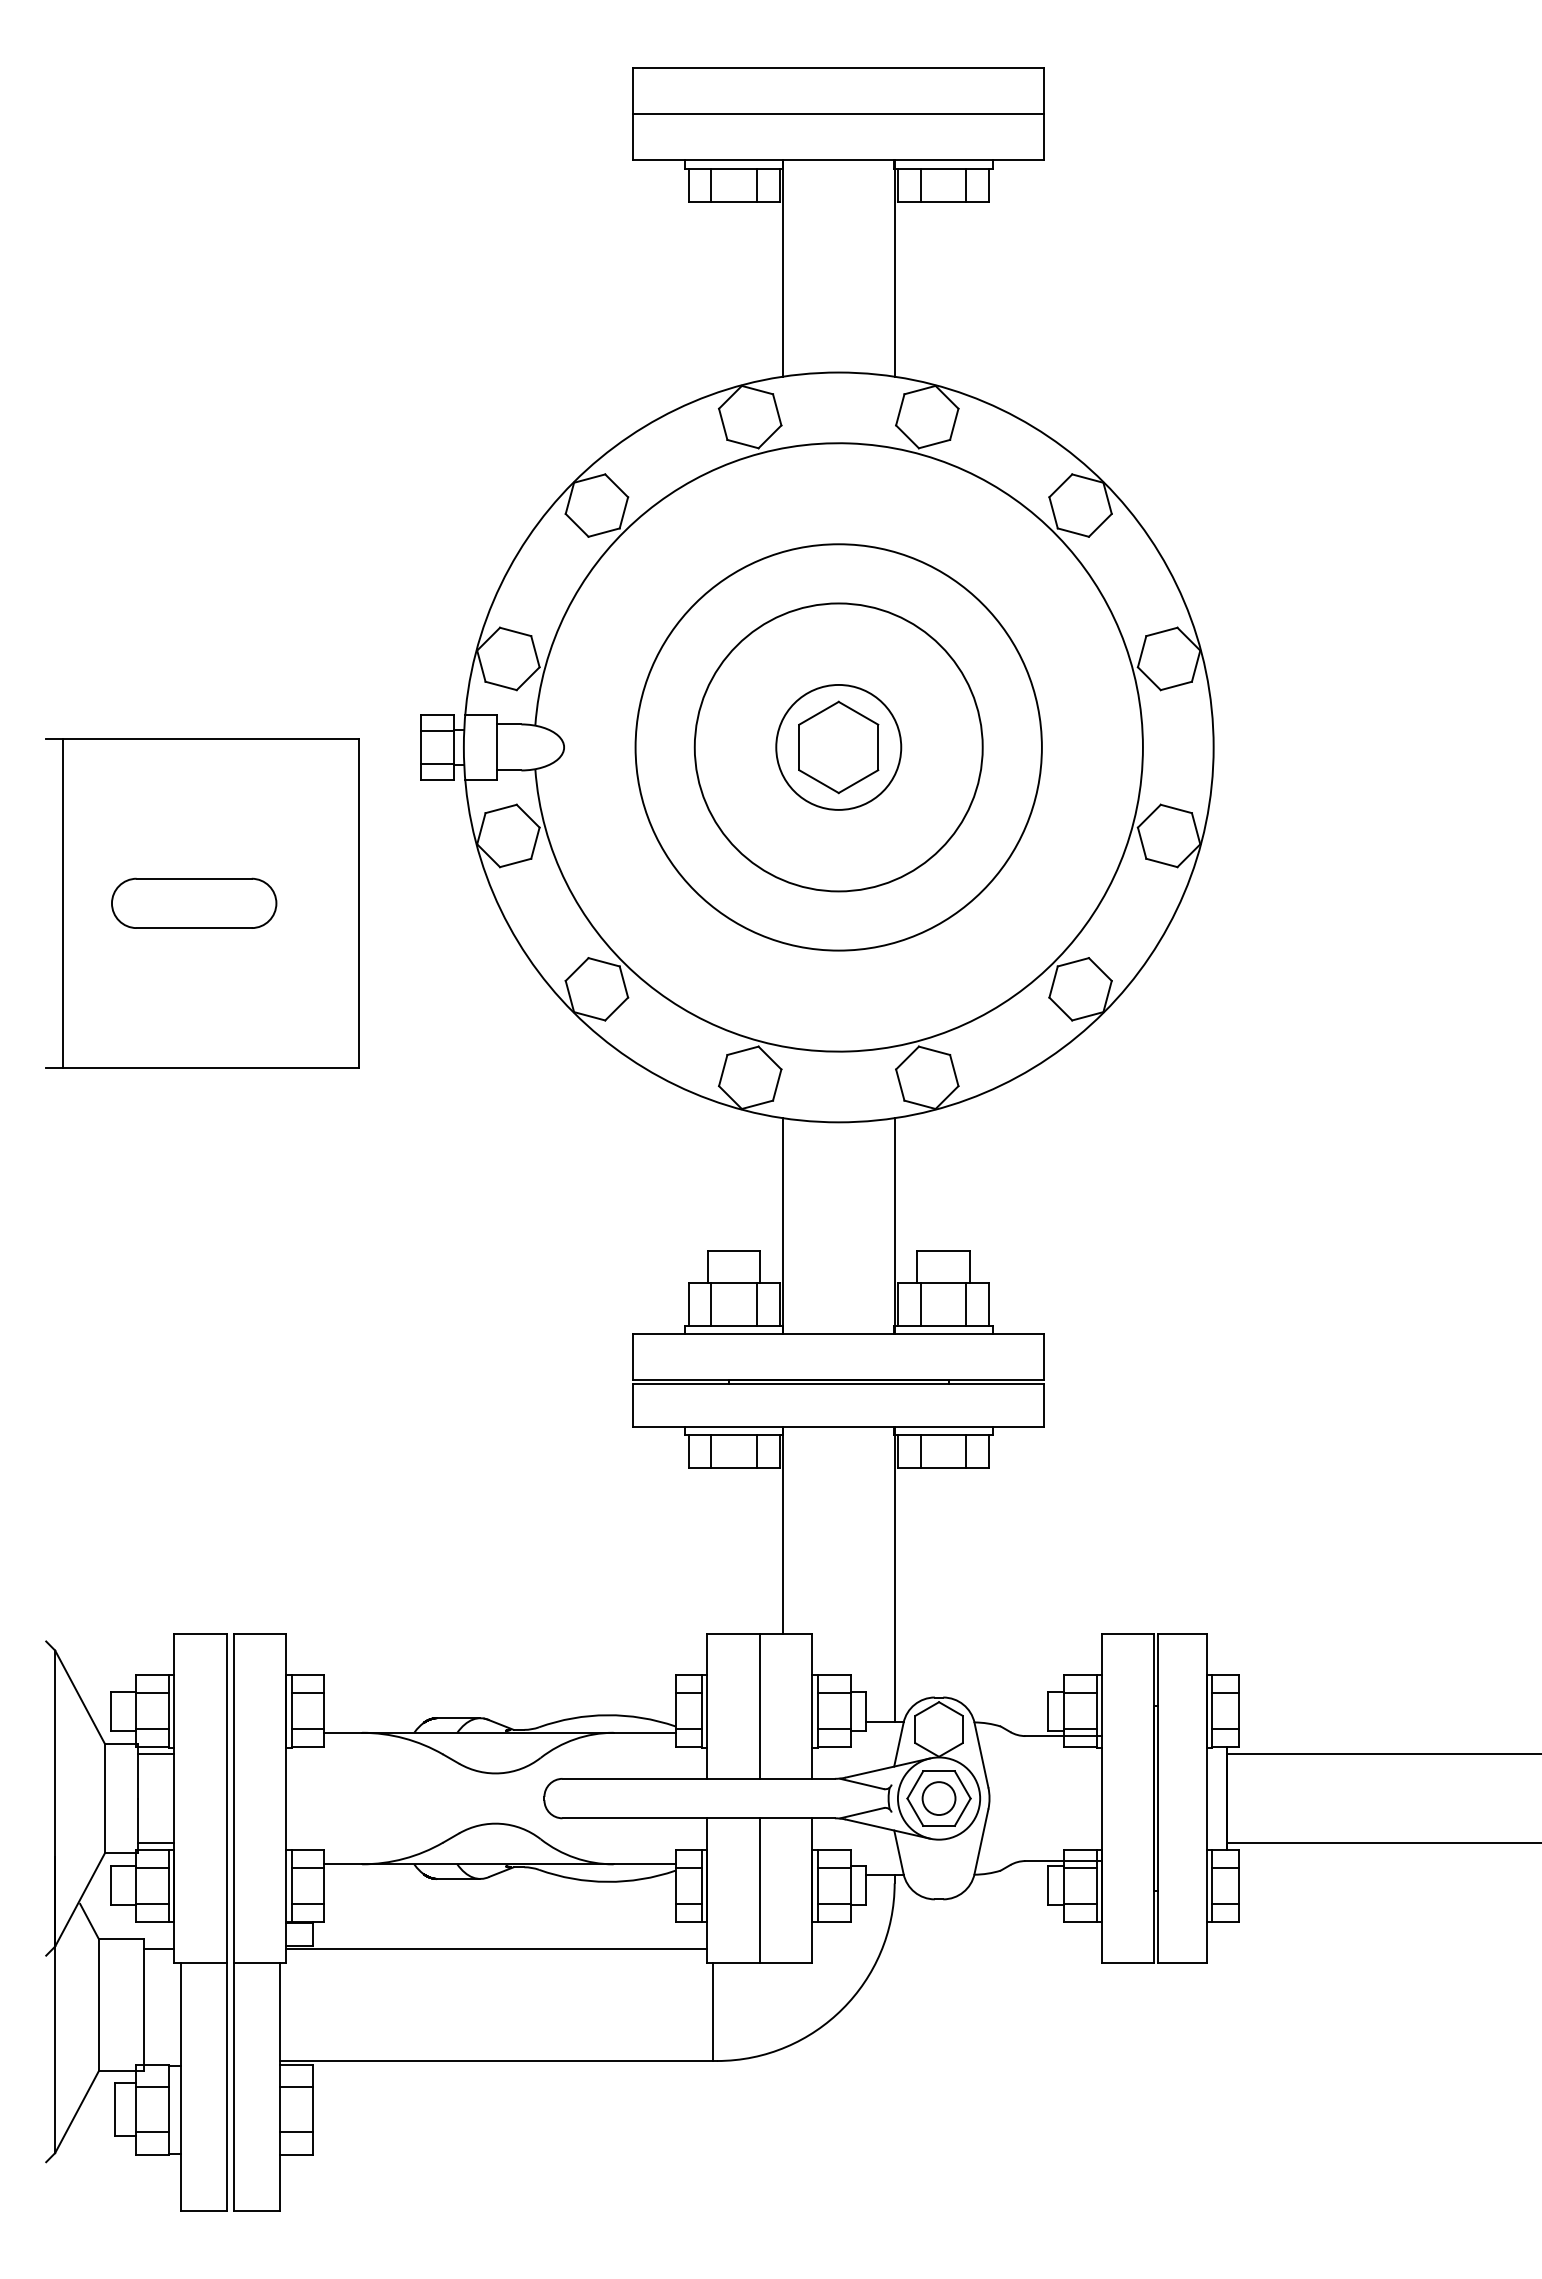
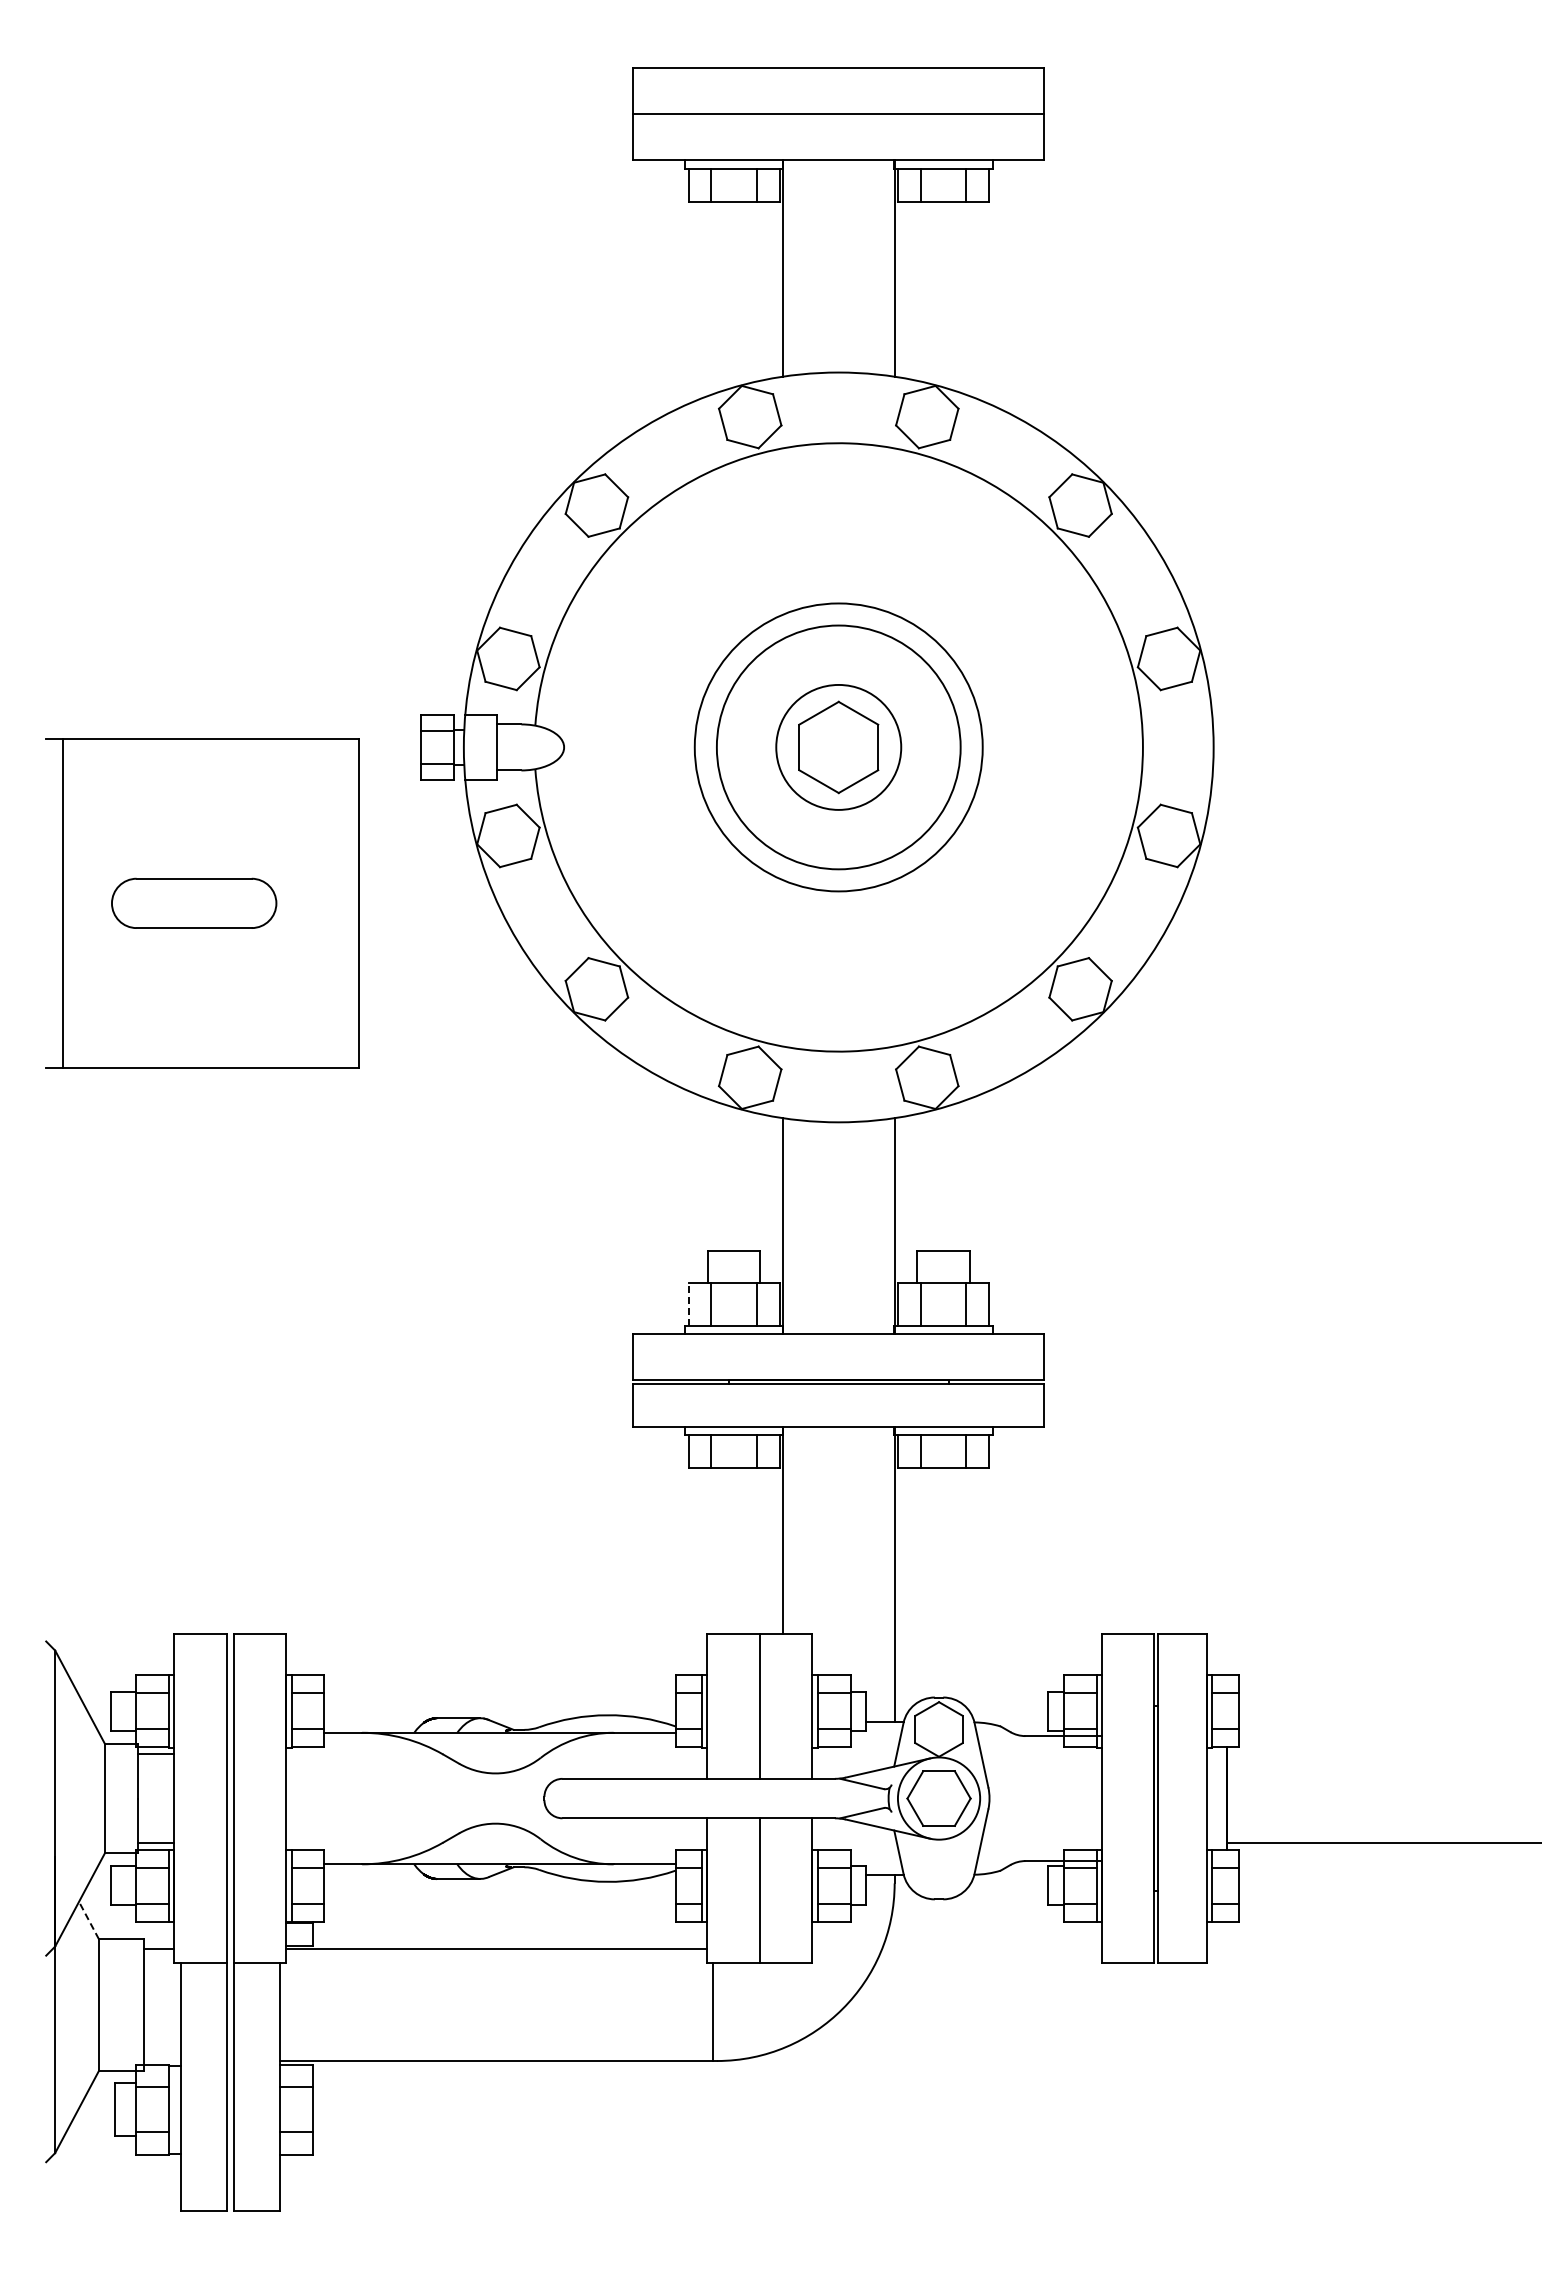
circle at (838, 747) diameter: 406 px -> 244 px
line at (688, 1304): solid -> dashed
line at (1382, 1753): present -> none
circle at (938, 1798): present -> none
line at (89, 1922): solid -> dashed
